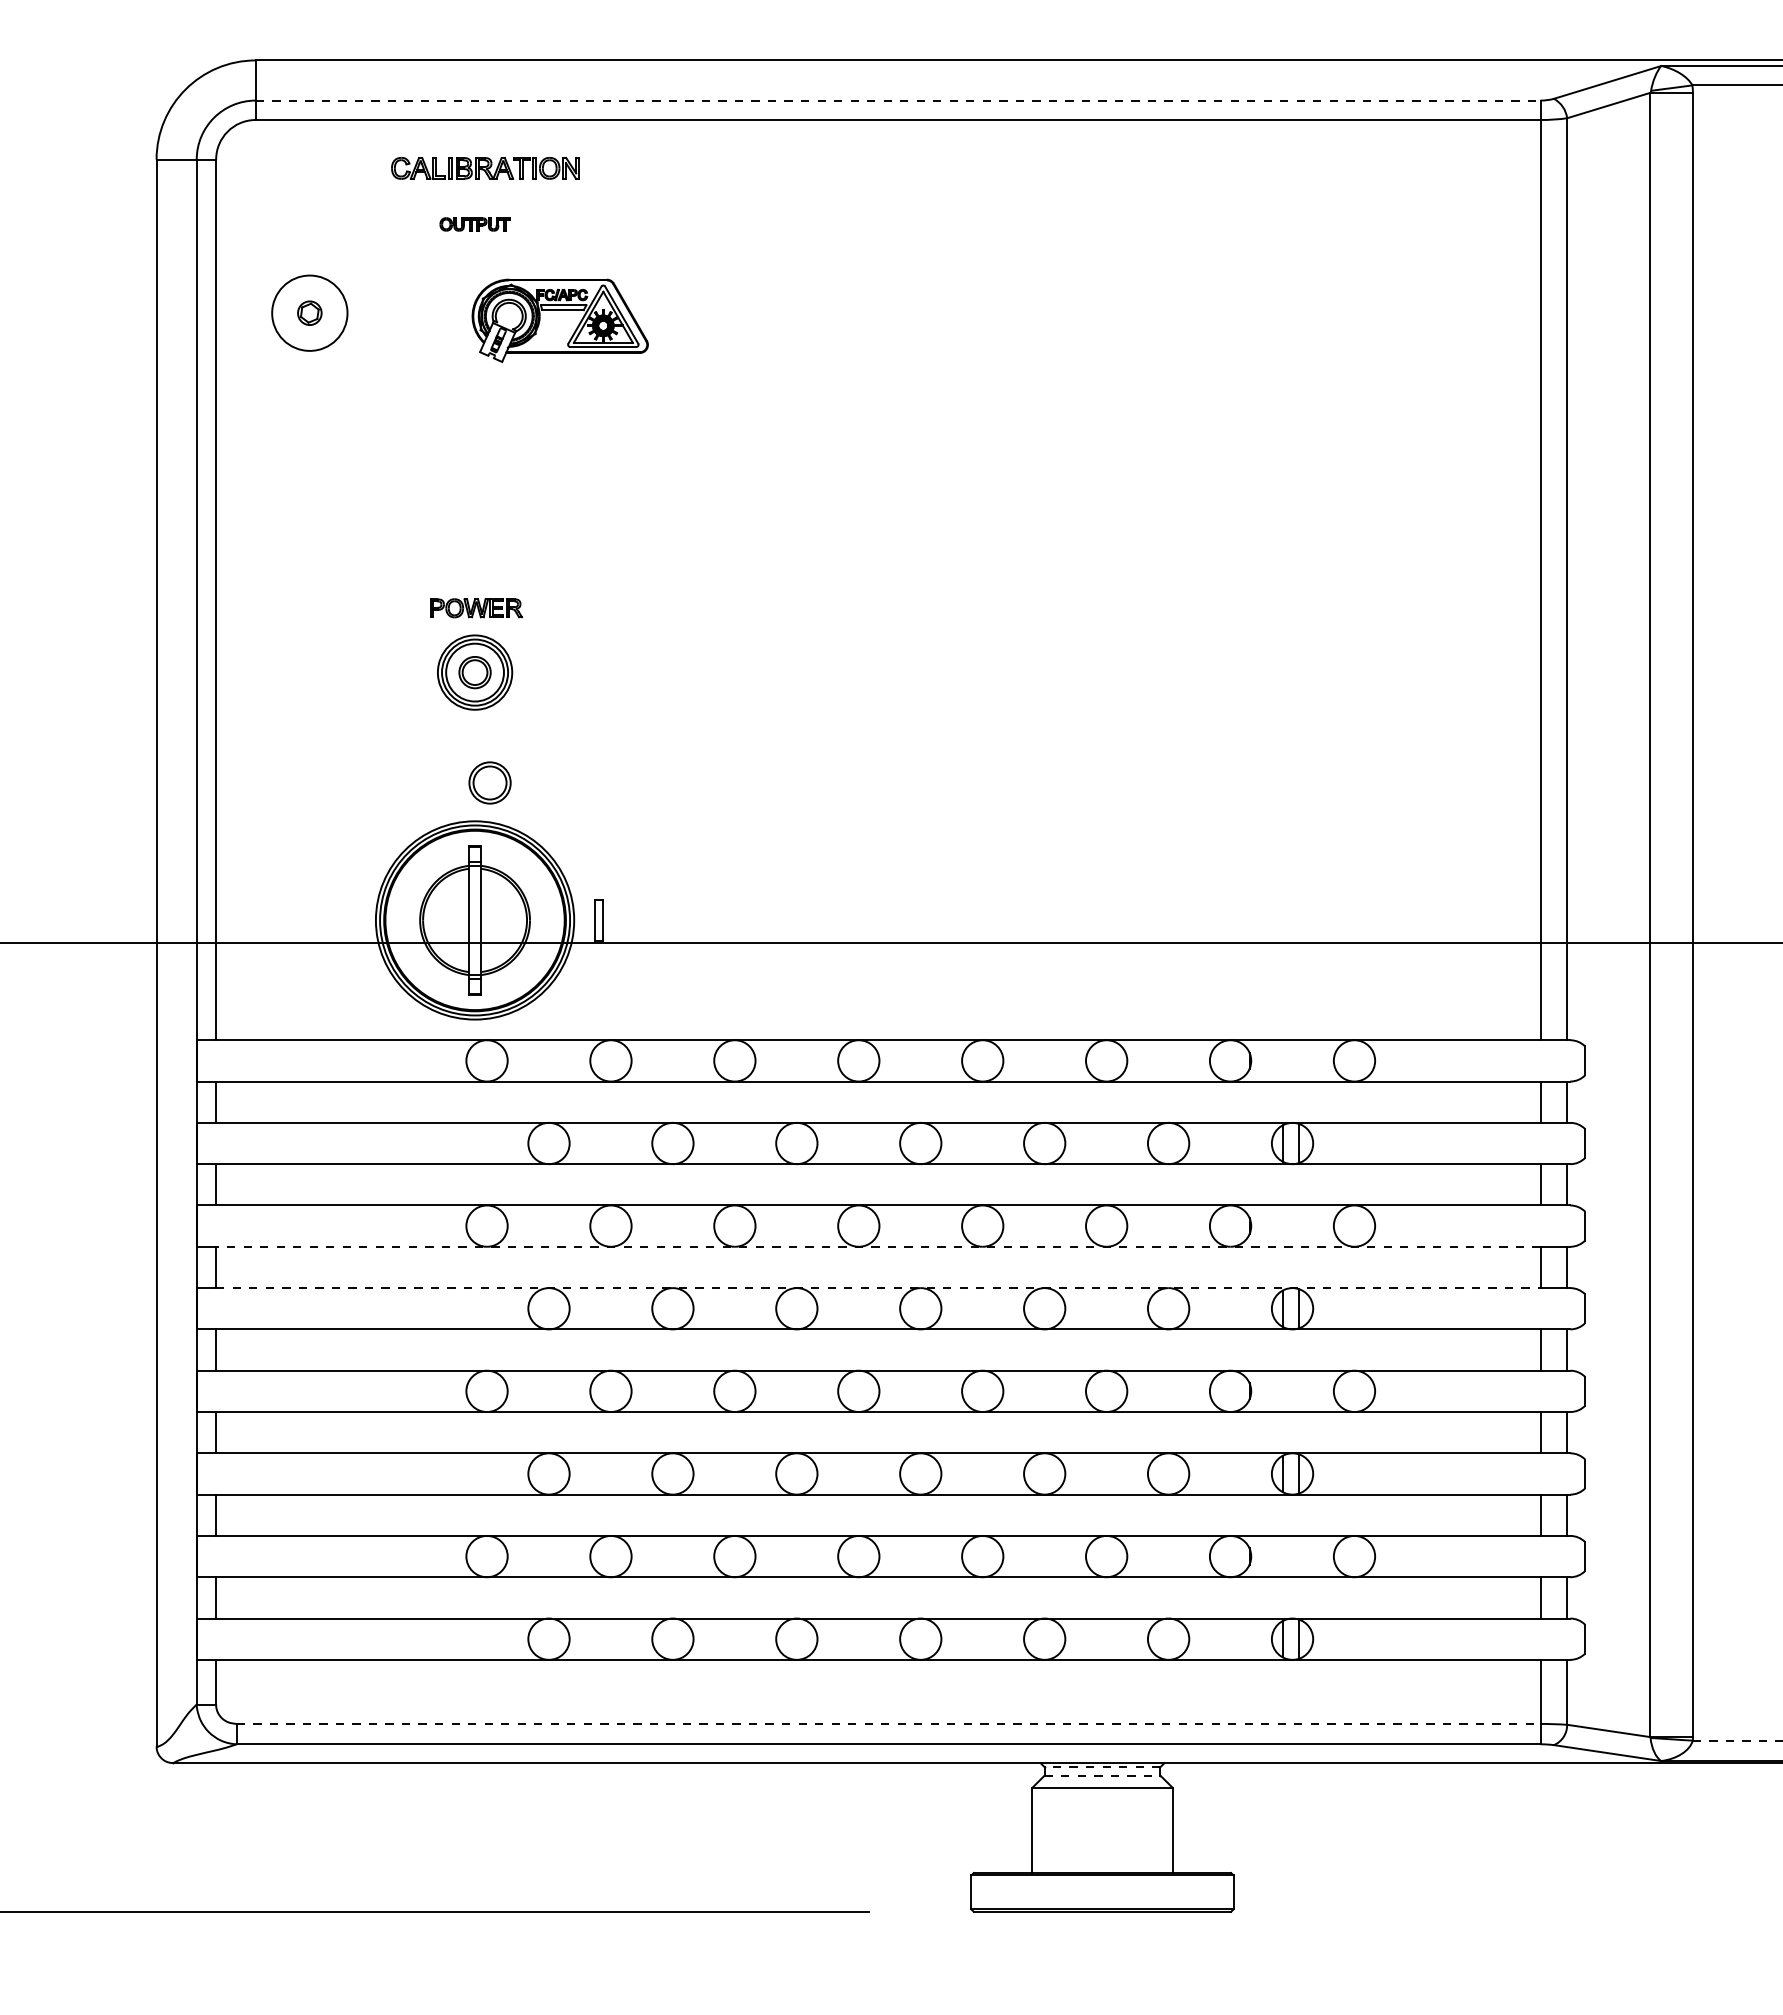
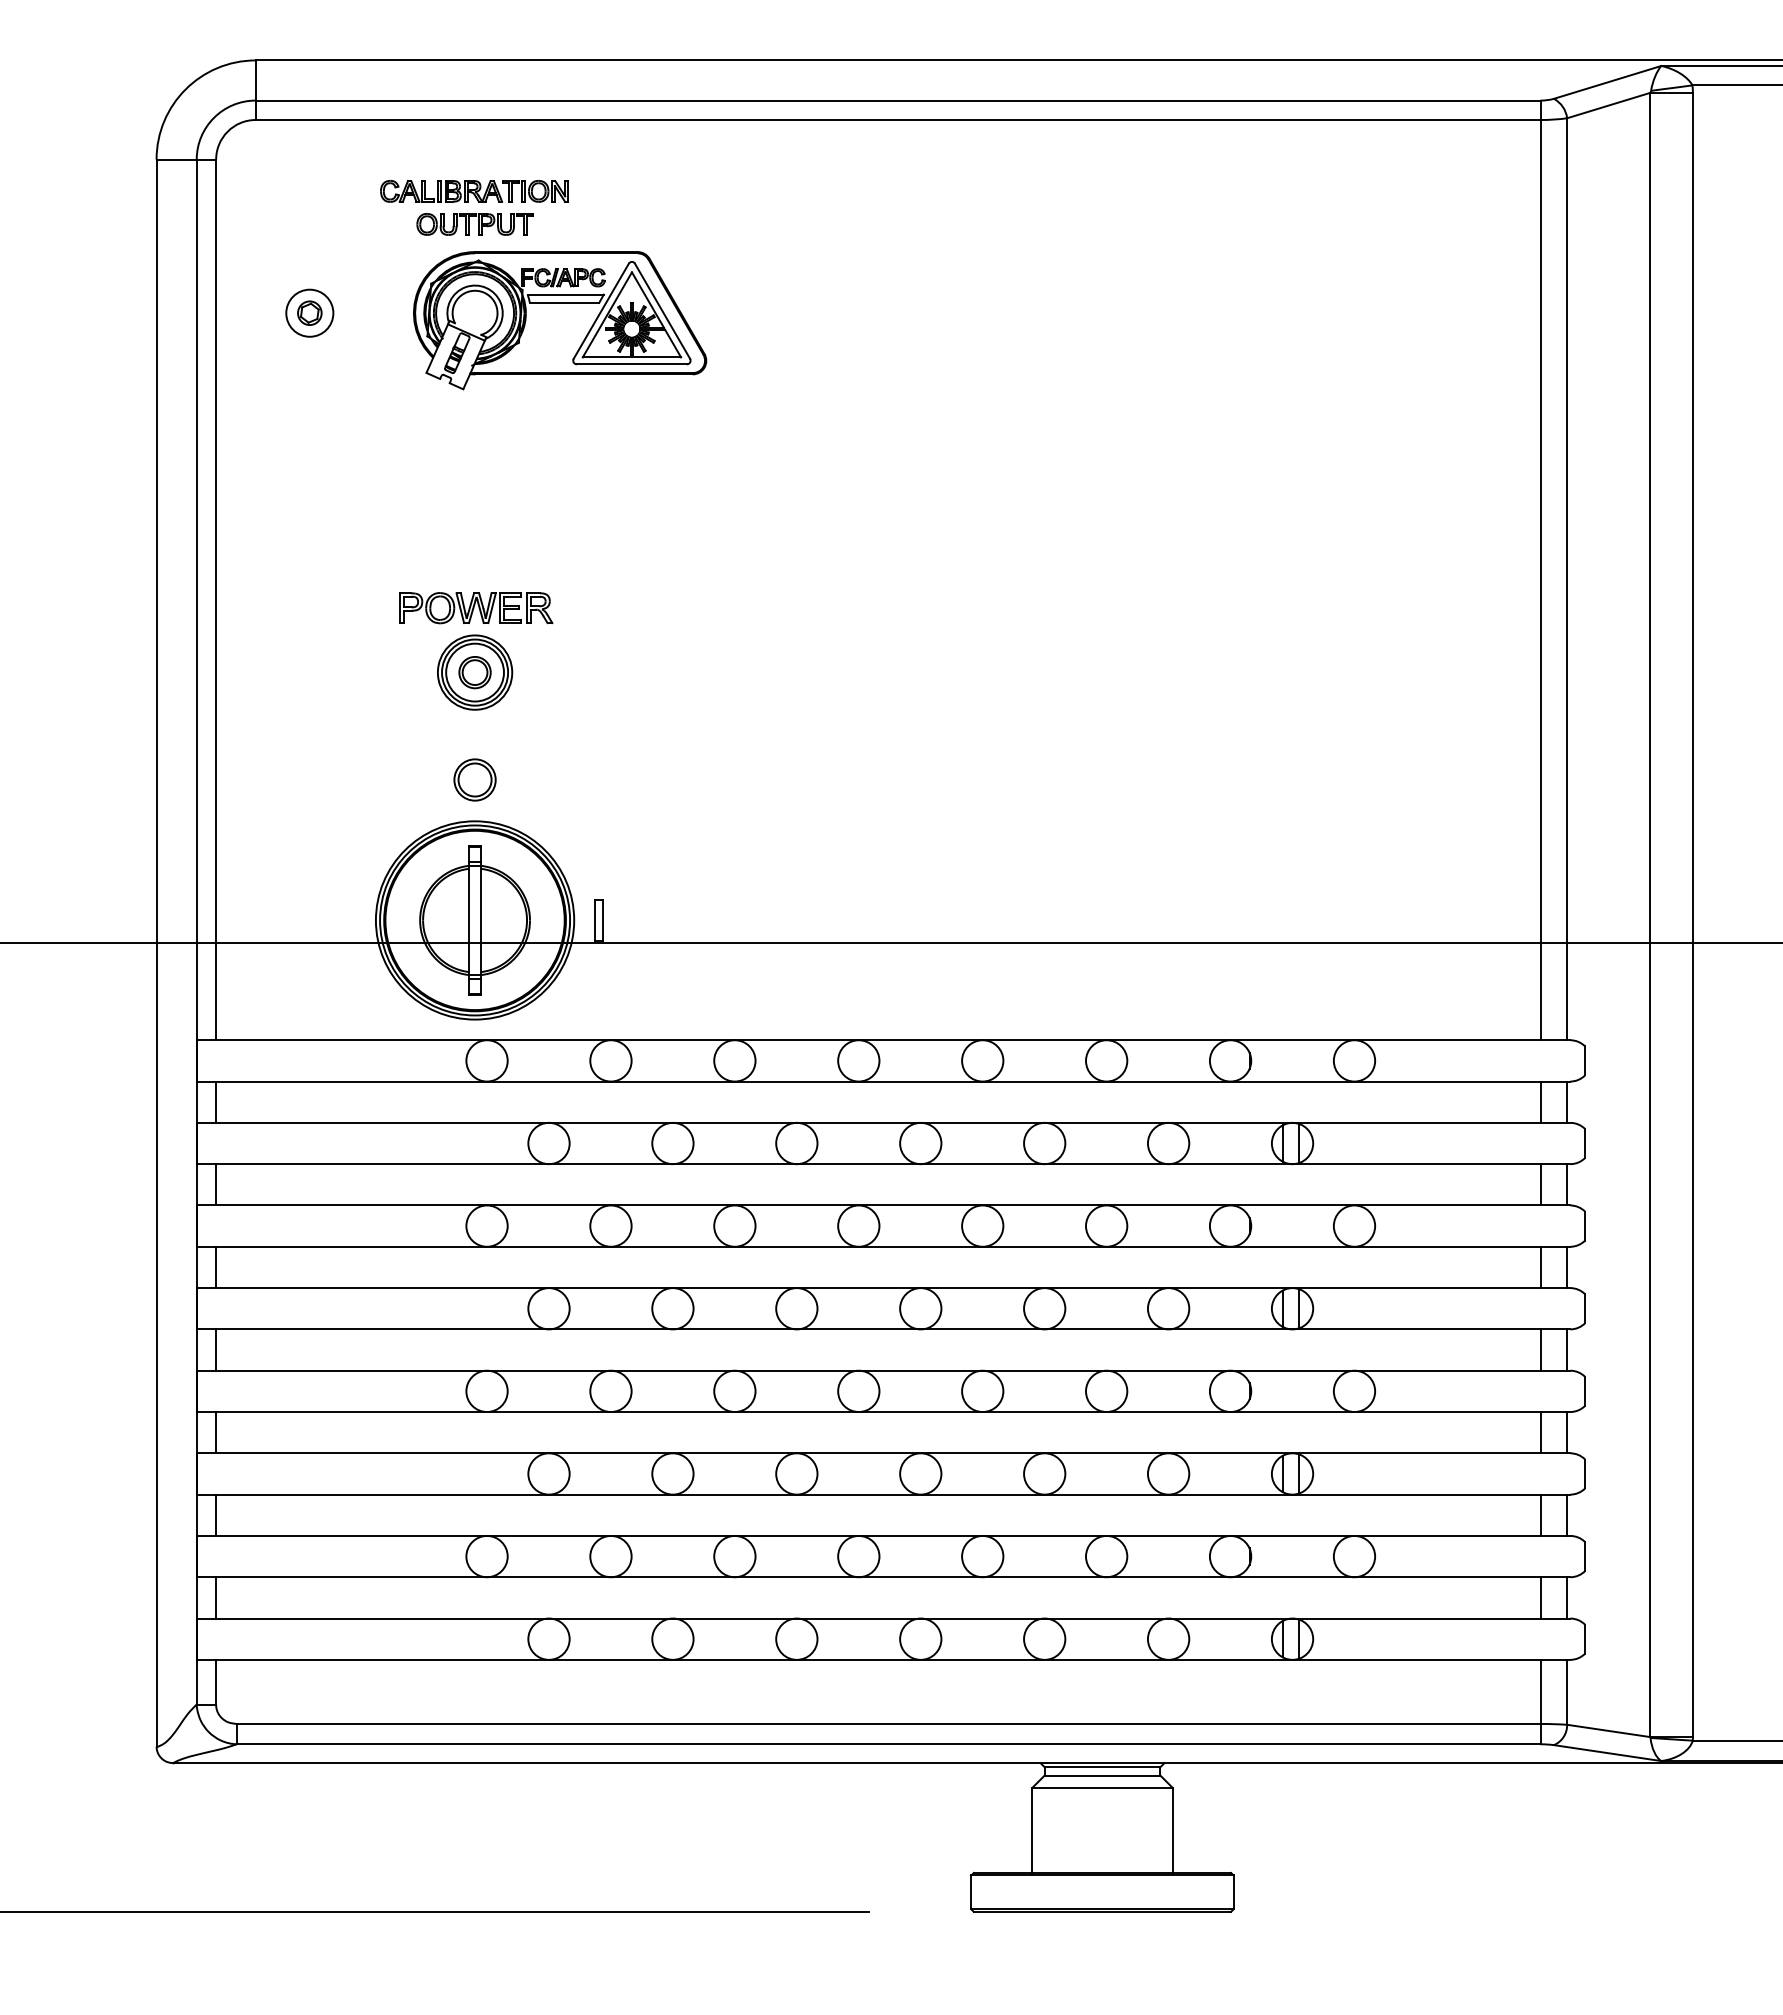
line at (898, 100): dashed -> solid
part at (485, 168) position: (485, 168) -> (474, 191)
part at (474, 224) size: 72x15 px -> 118x23 px
circle at (309, 312) diameter: 75 px -> 47 px
part at (559, 320) size: 178x85 px -> 295x140 px
part at (476, 608) size: 93x21 px -> 155x33 px
part at (489, 782) position: (489, 782) -> (474, 779)
line at (877, 1246): dashed -> solid
line at (878, 1288): dashed -> solid
line at (888, 1723): dashed -> solid
line at (1737, 1740): dashed -> solid
line at (1102, 1767): dashed -> solid
line at (1102, 1775): dashed -> solid
